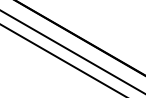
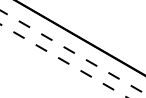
line at (72, 52): solid -> dashed
line at (64, 61): solid -> dashed
